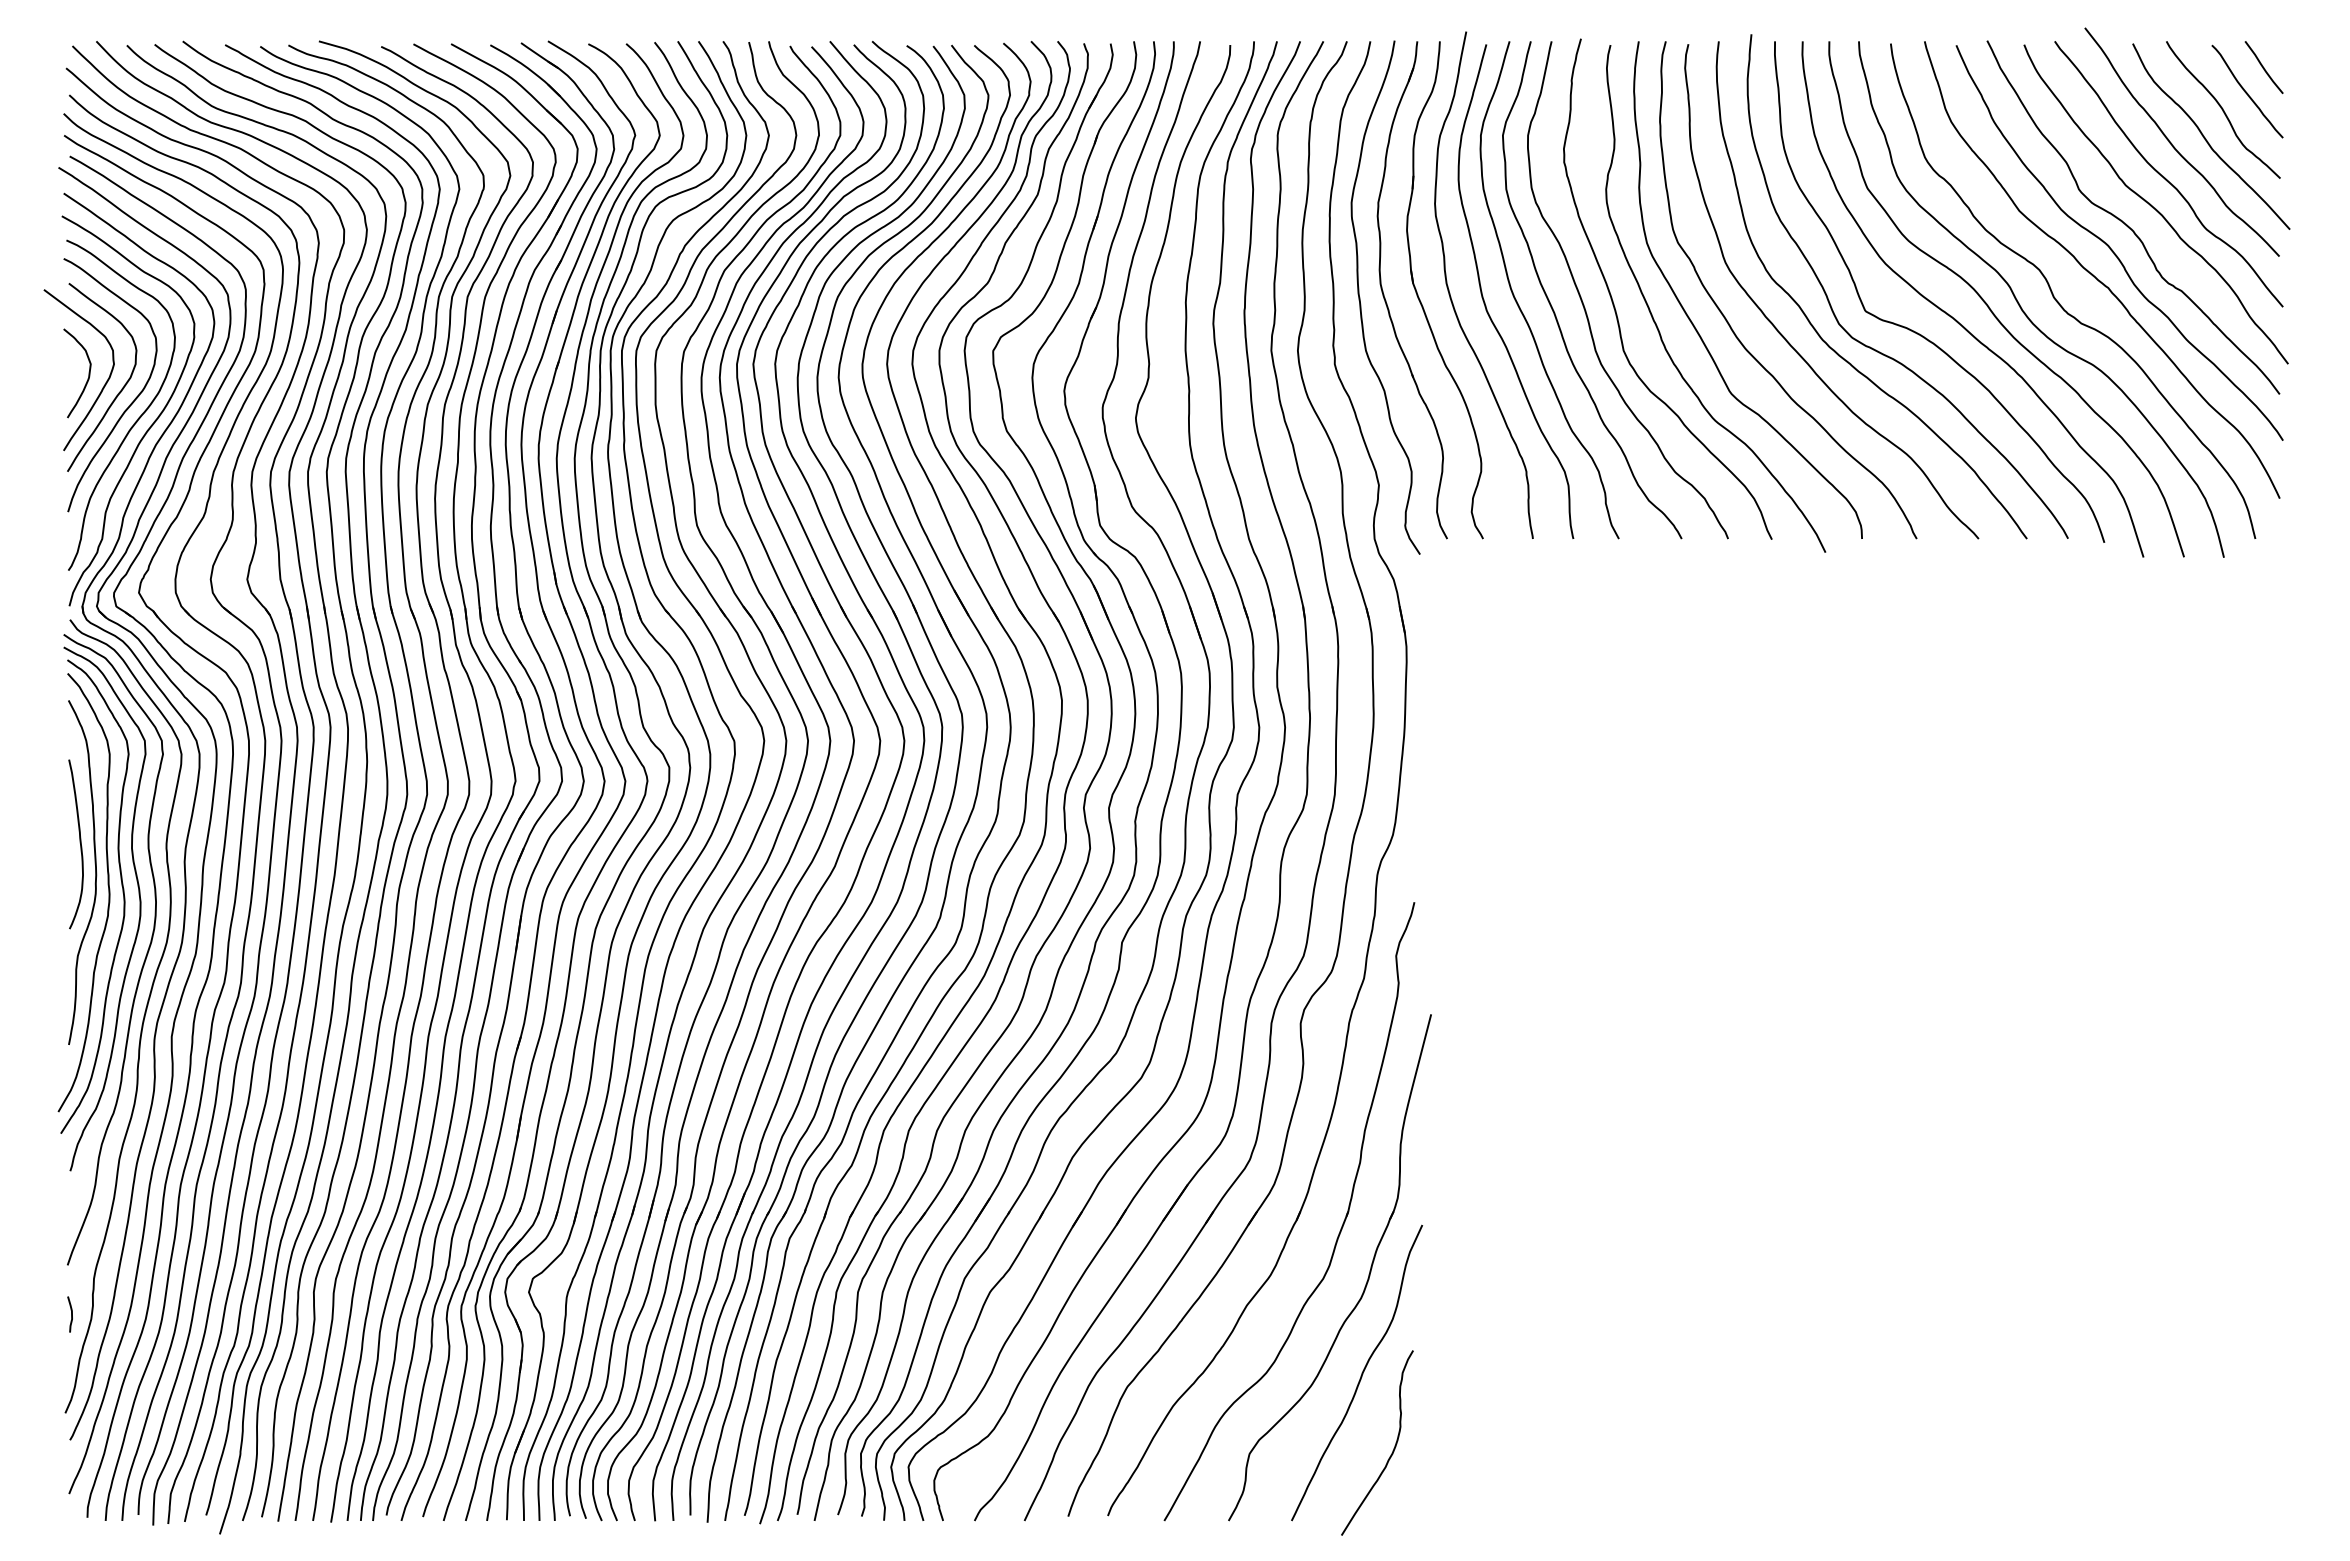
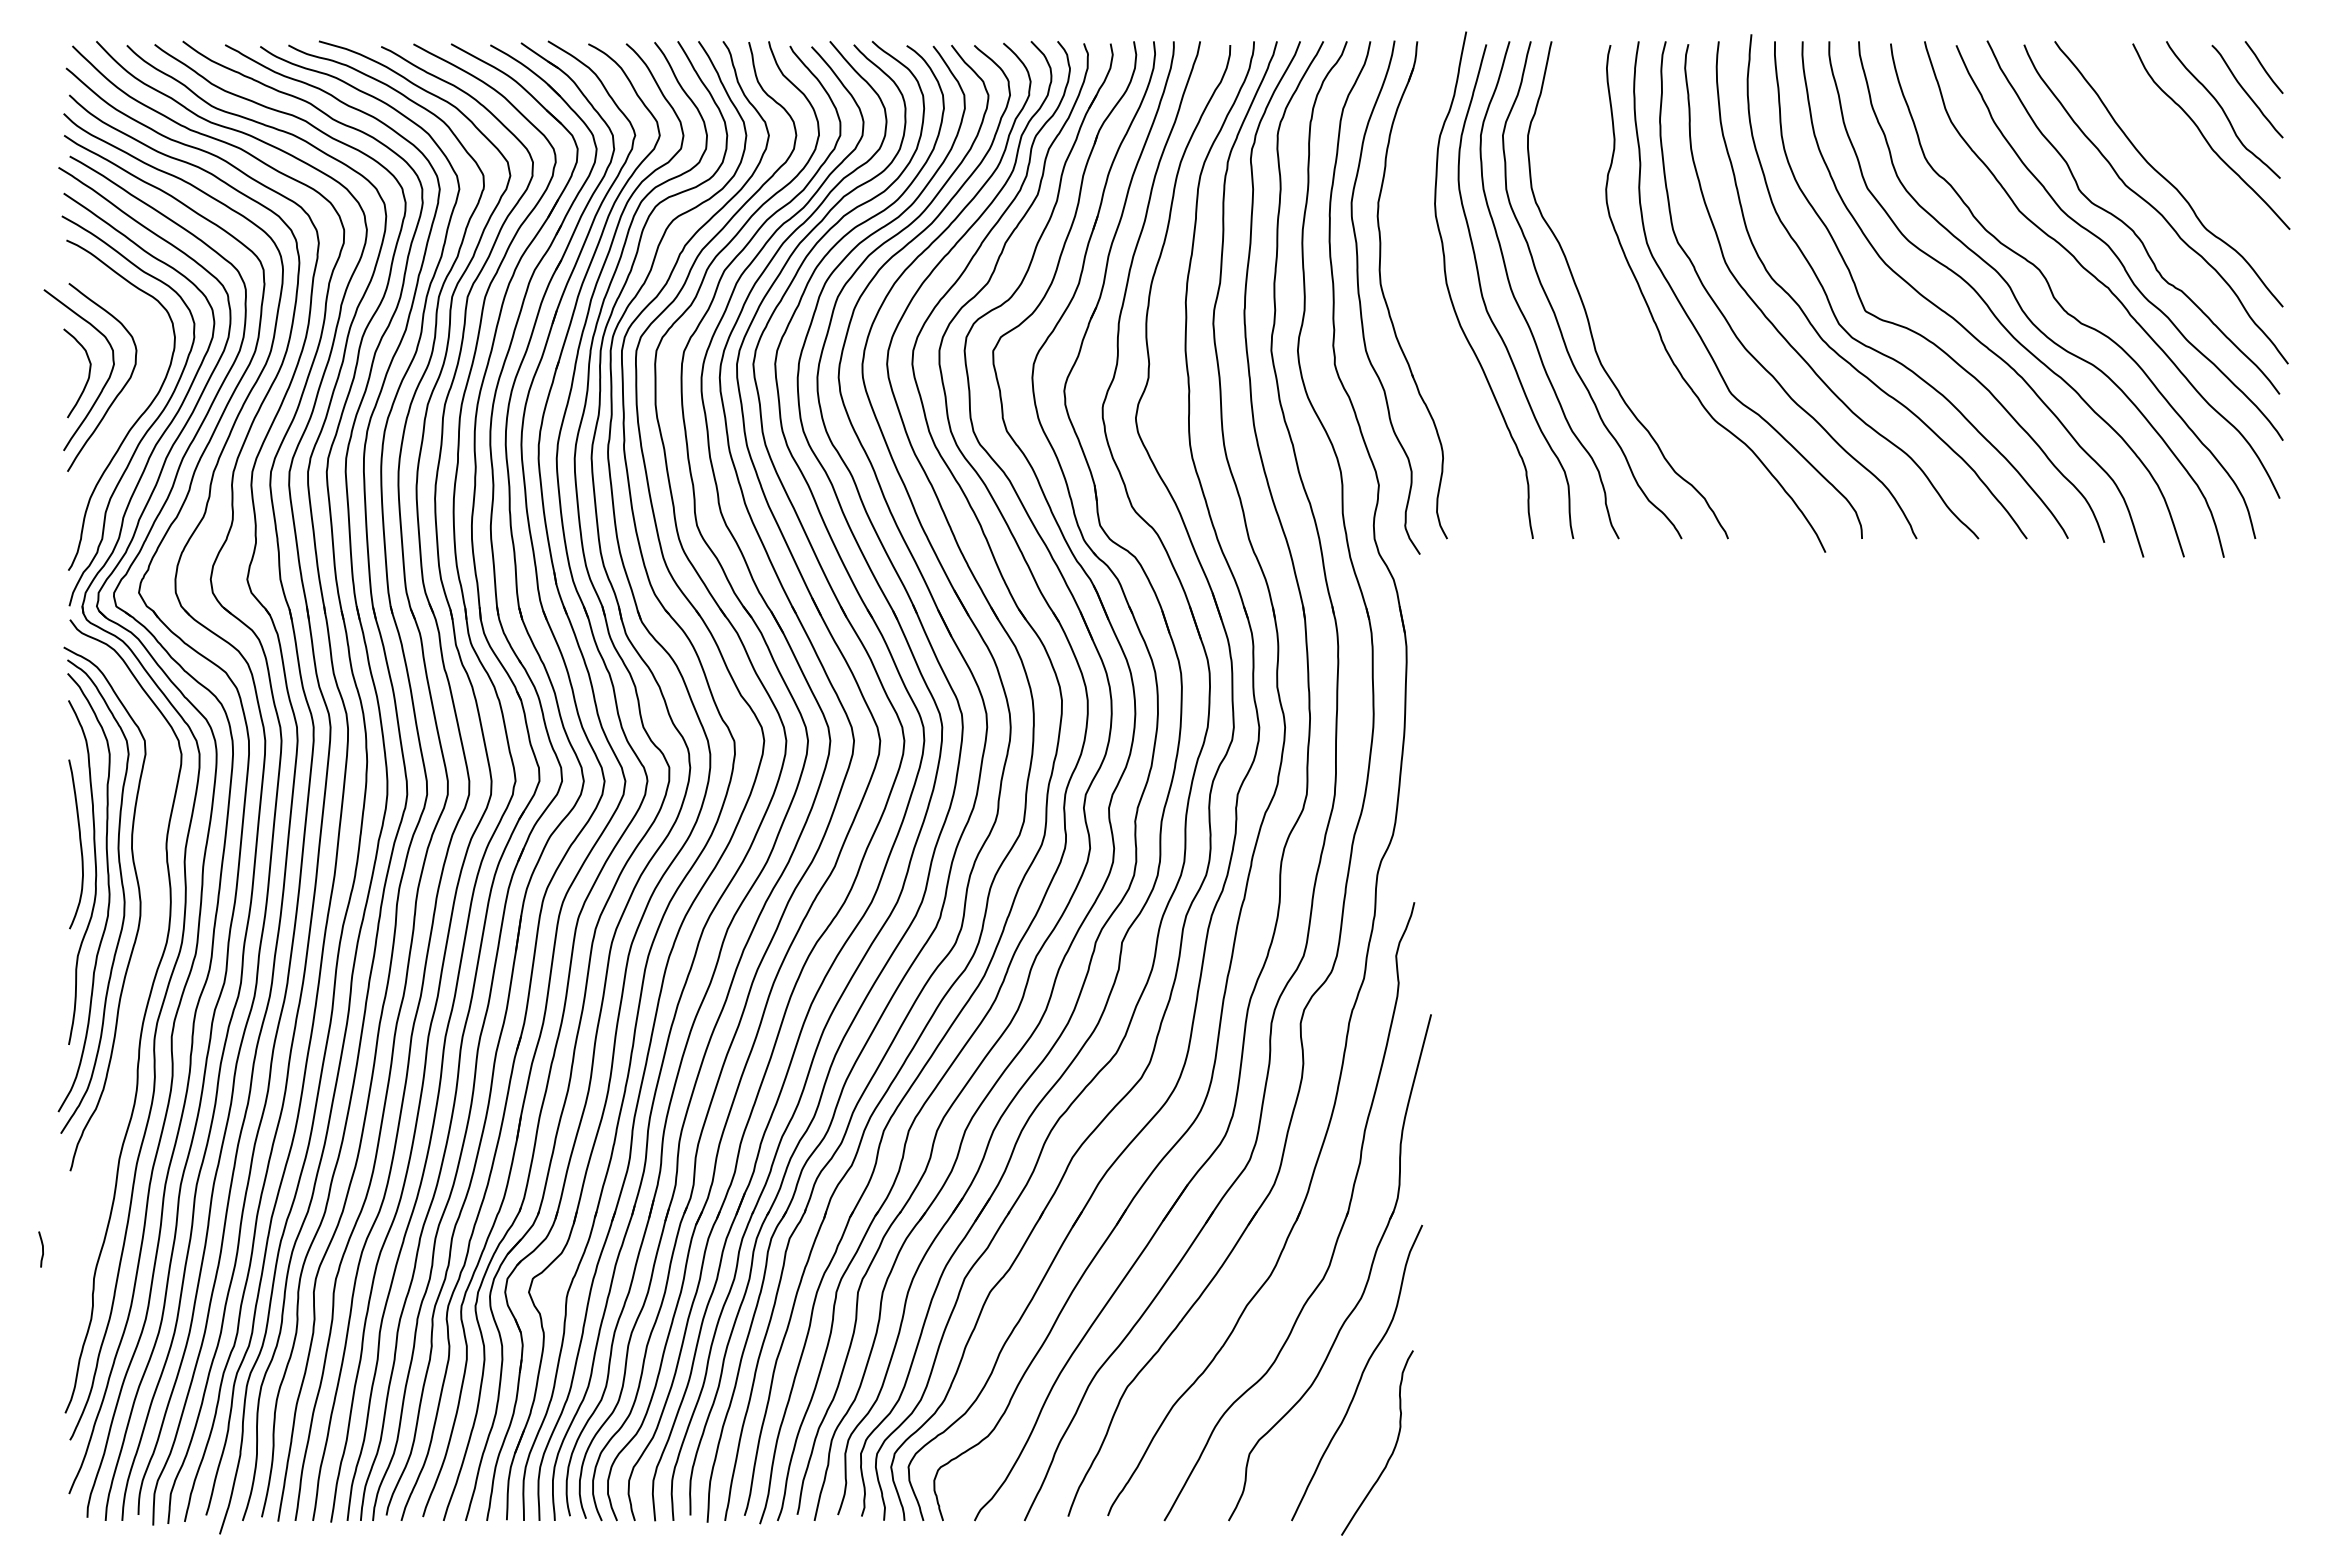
curve at (2175, 147): present -> none
part at (1421, 301): present -> none
curve at (1614, 303): present -> none
curve at (129, 404): present -> none
curve at (144, 958): present -> none
curve at (71, 1314) position: (71, 1314) -> (42, 1249)
